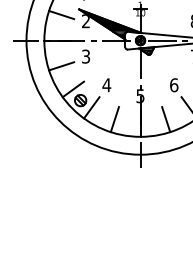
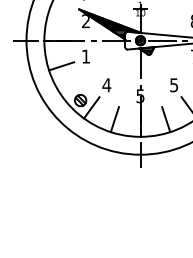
line at (61, 14): present -> none
text at (86, 56): 3 -> 1
text at (174, 85): 6 -> 5
line at (73, 89): present -> none
